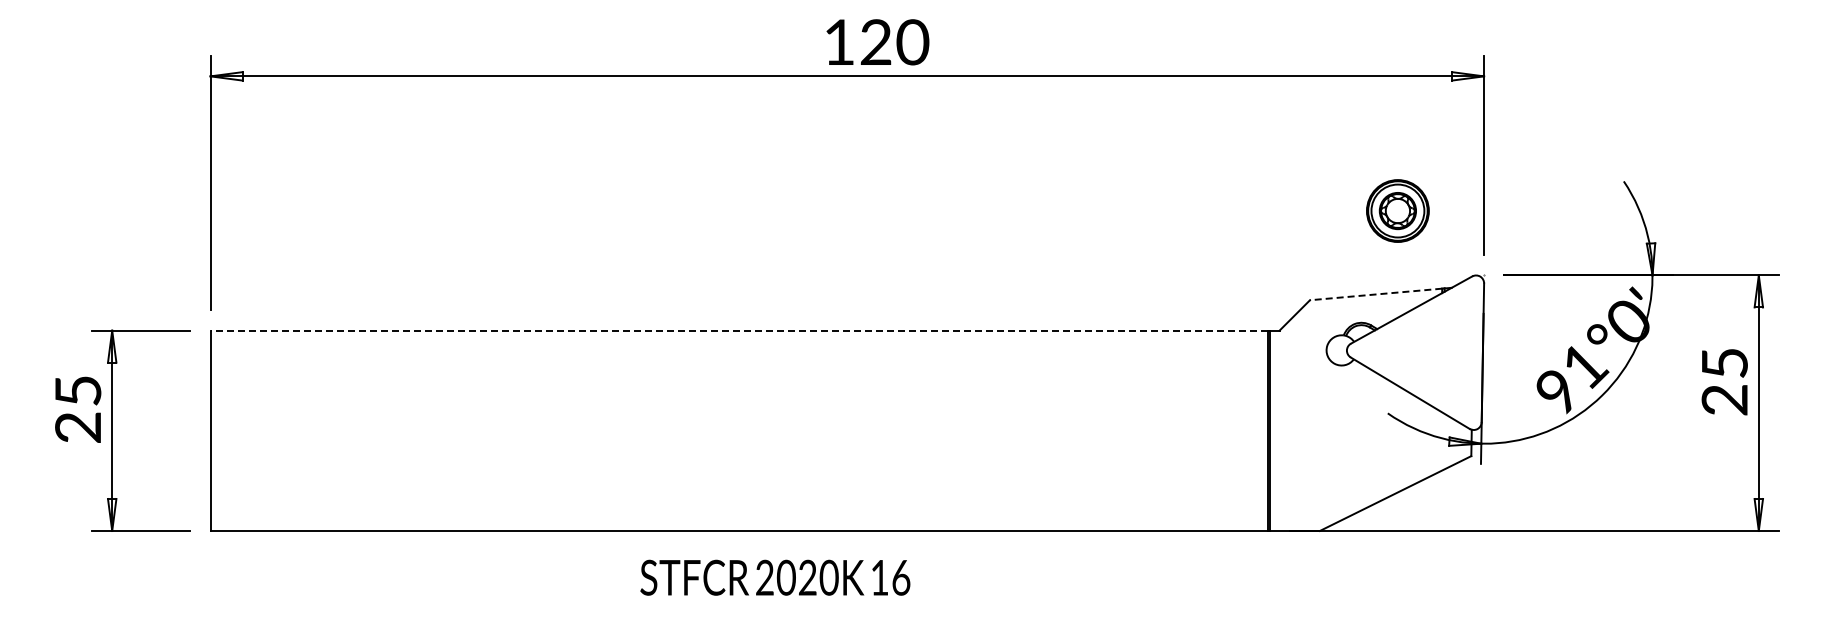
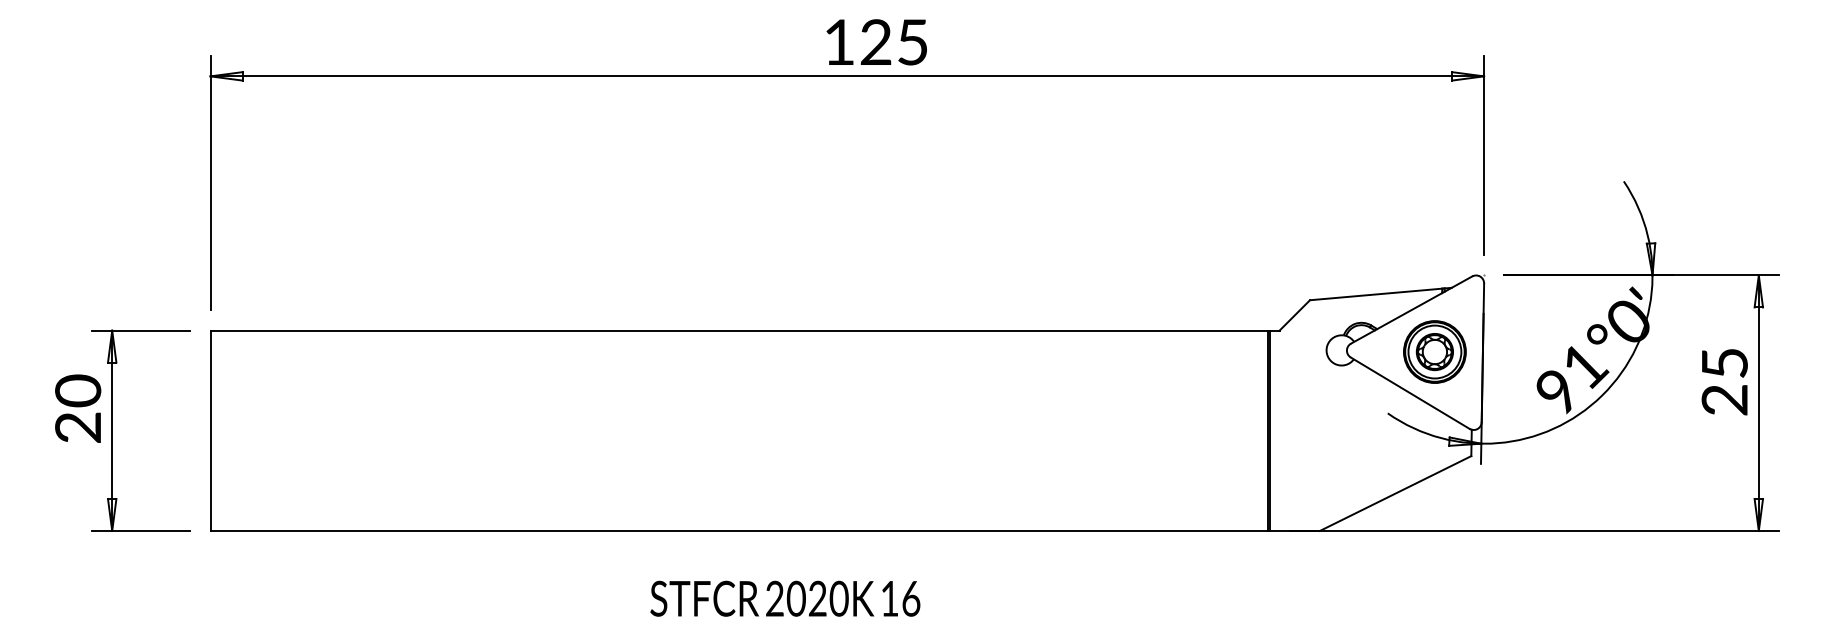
text at (912, 42): 120 -> 125
part at (1397, 210) position: (1397, 210) -> (1434, 351)
line at (1375, 294): dashed -> solid
line at (739, 330): dashed -> solid
text at (78, 390): 25 -> 20
text at (775, 577) position: (775, 577) -> (785, 598)
